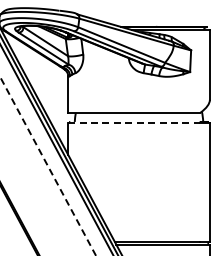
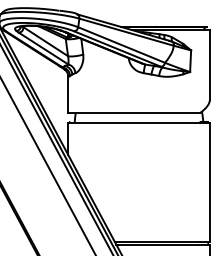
line at (134, 122): dashed -> solid
line at (48, 166): dashed -> solid
